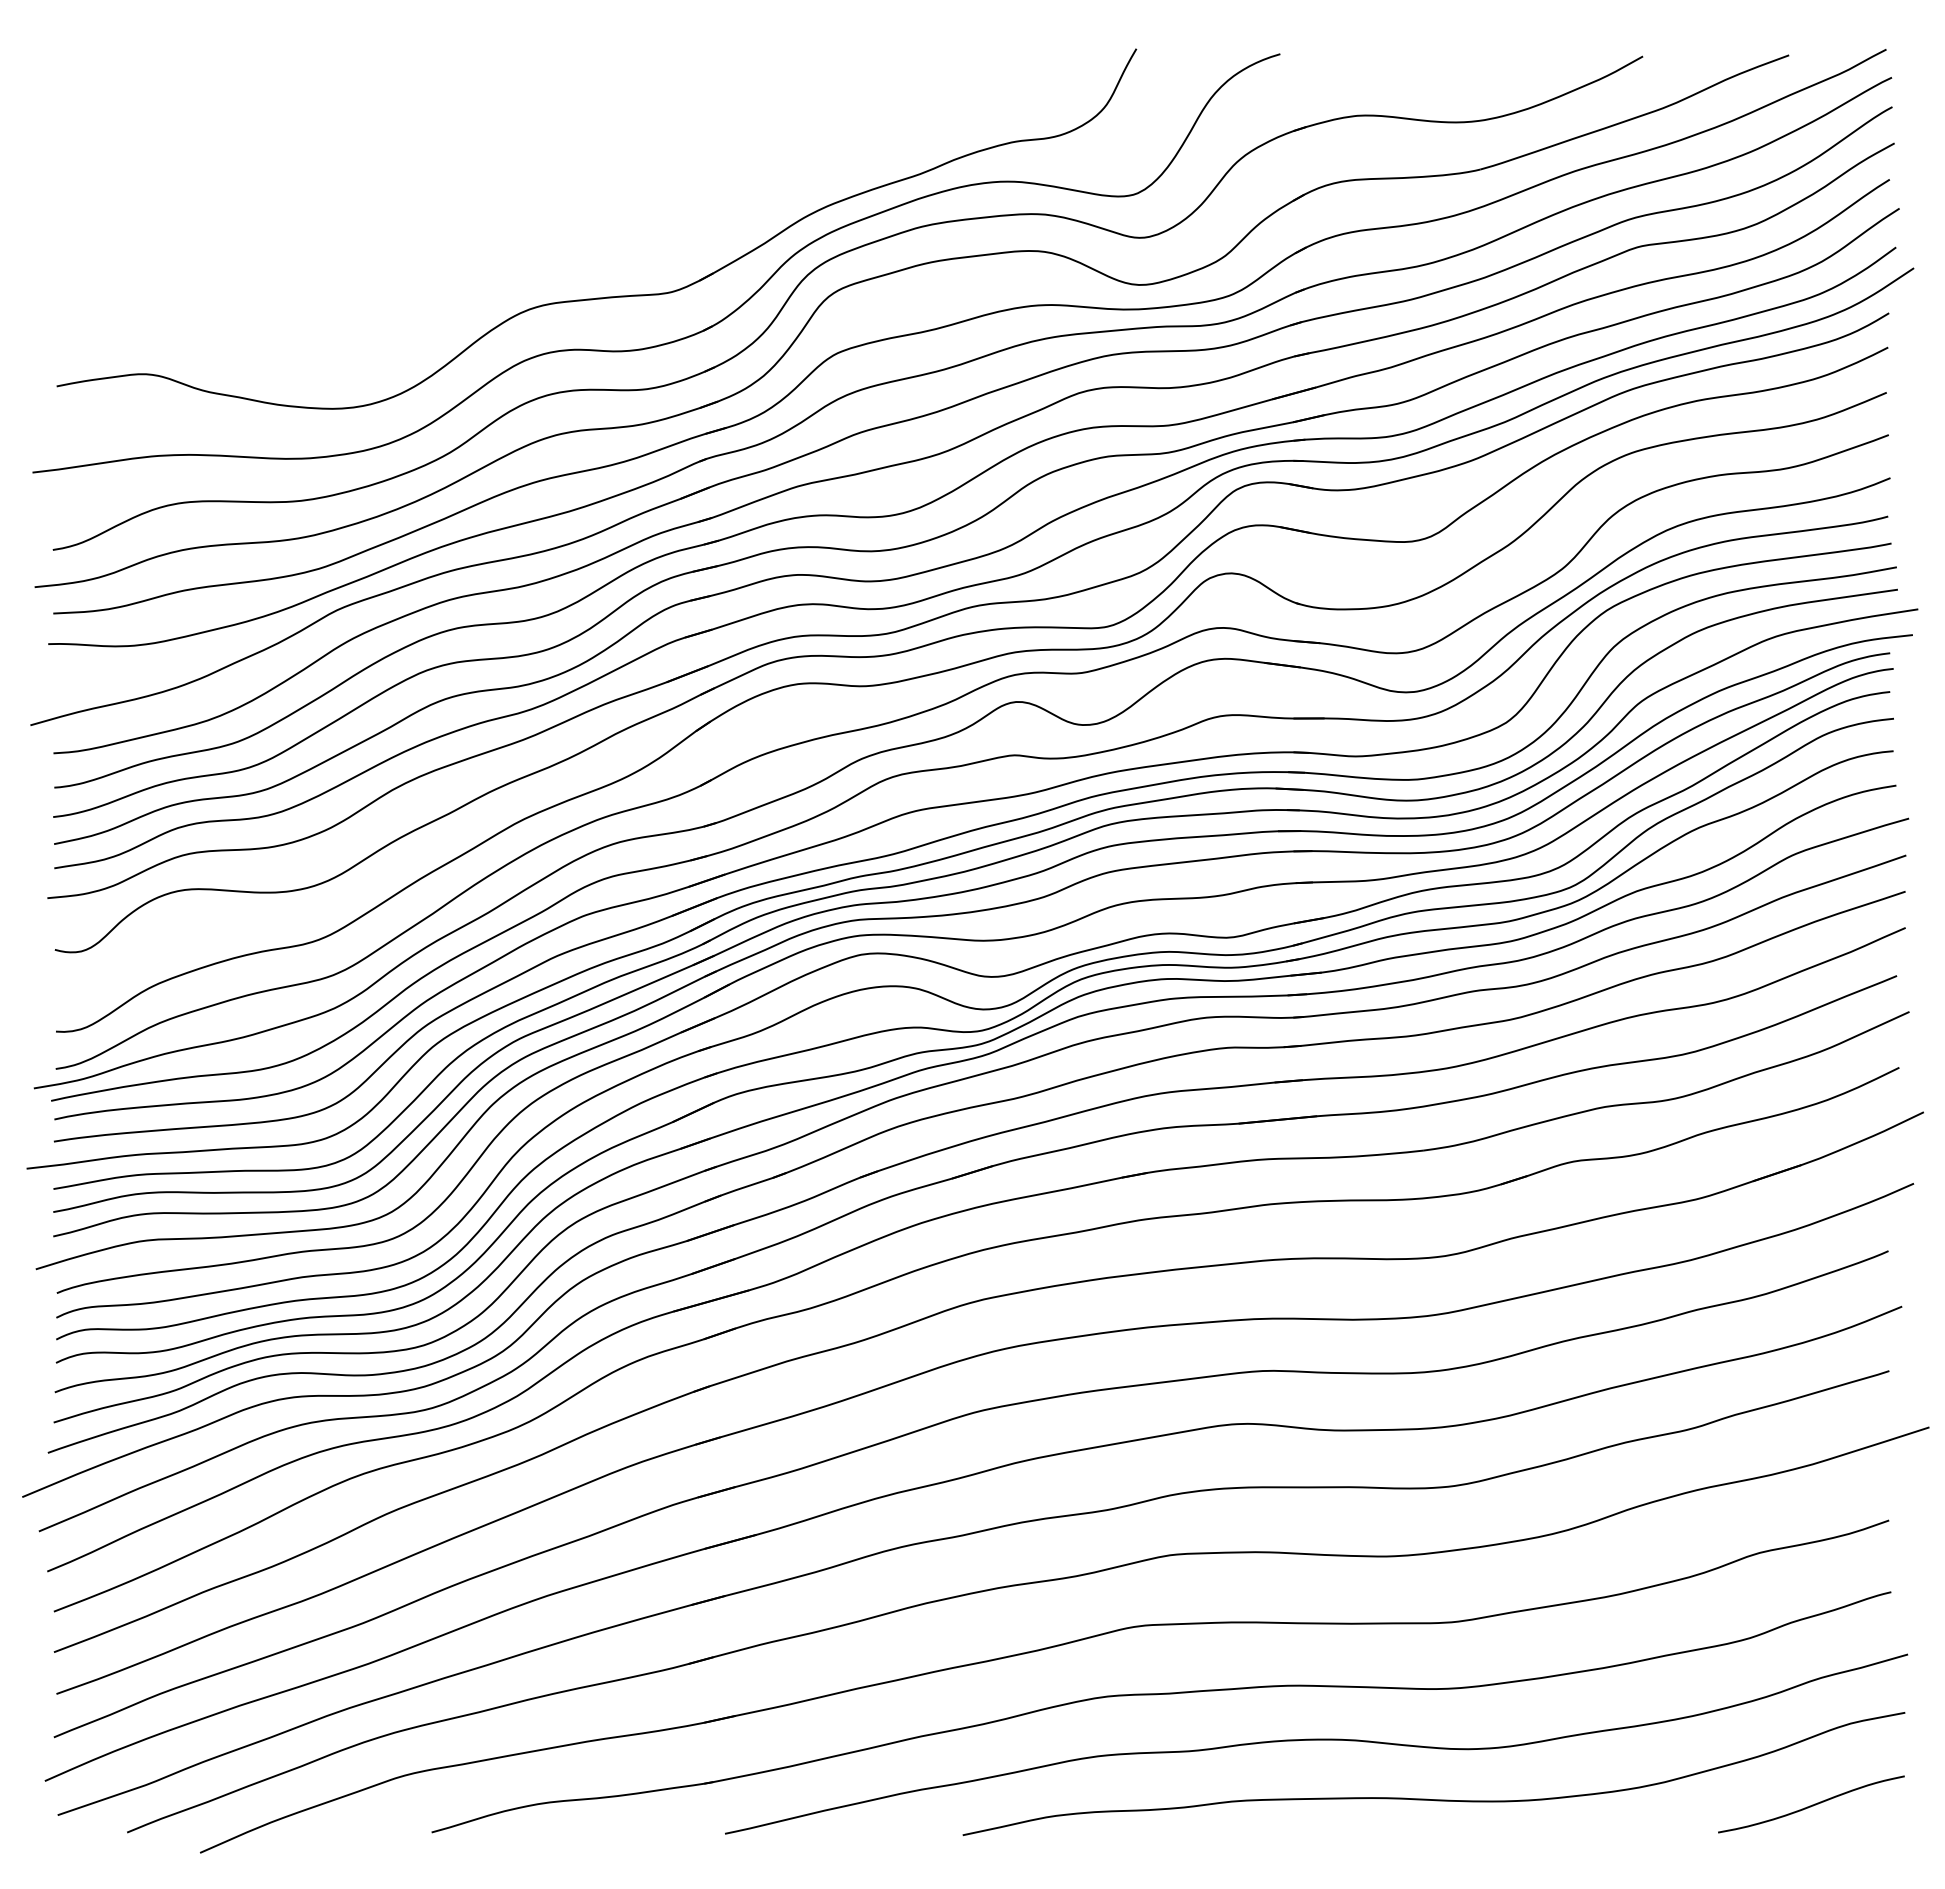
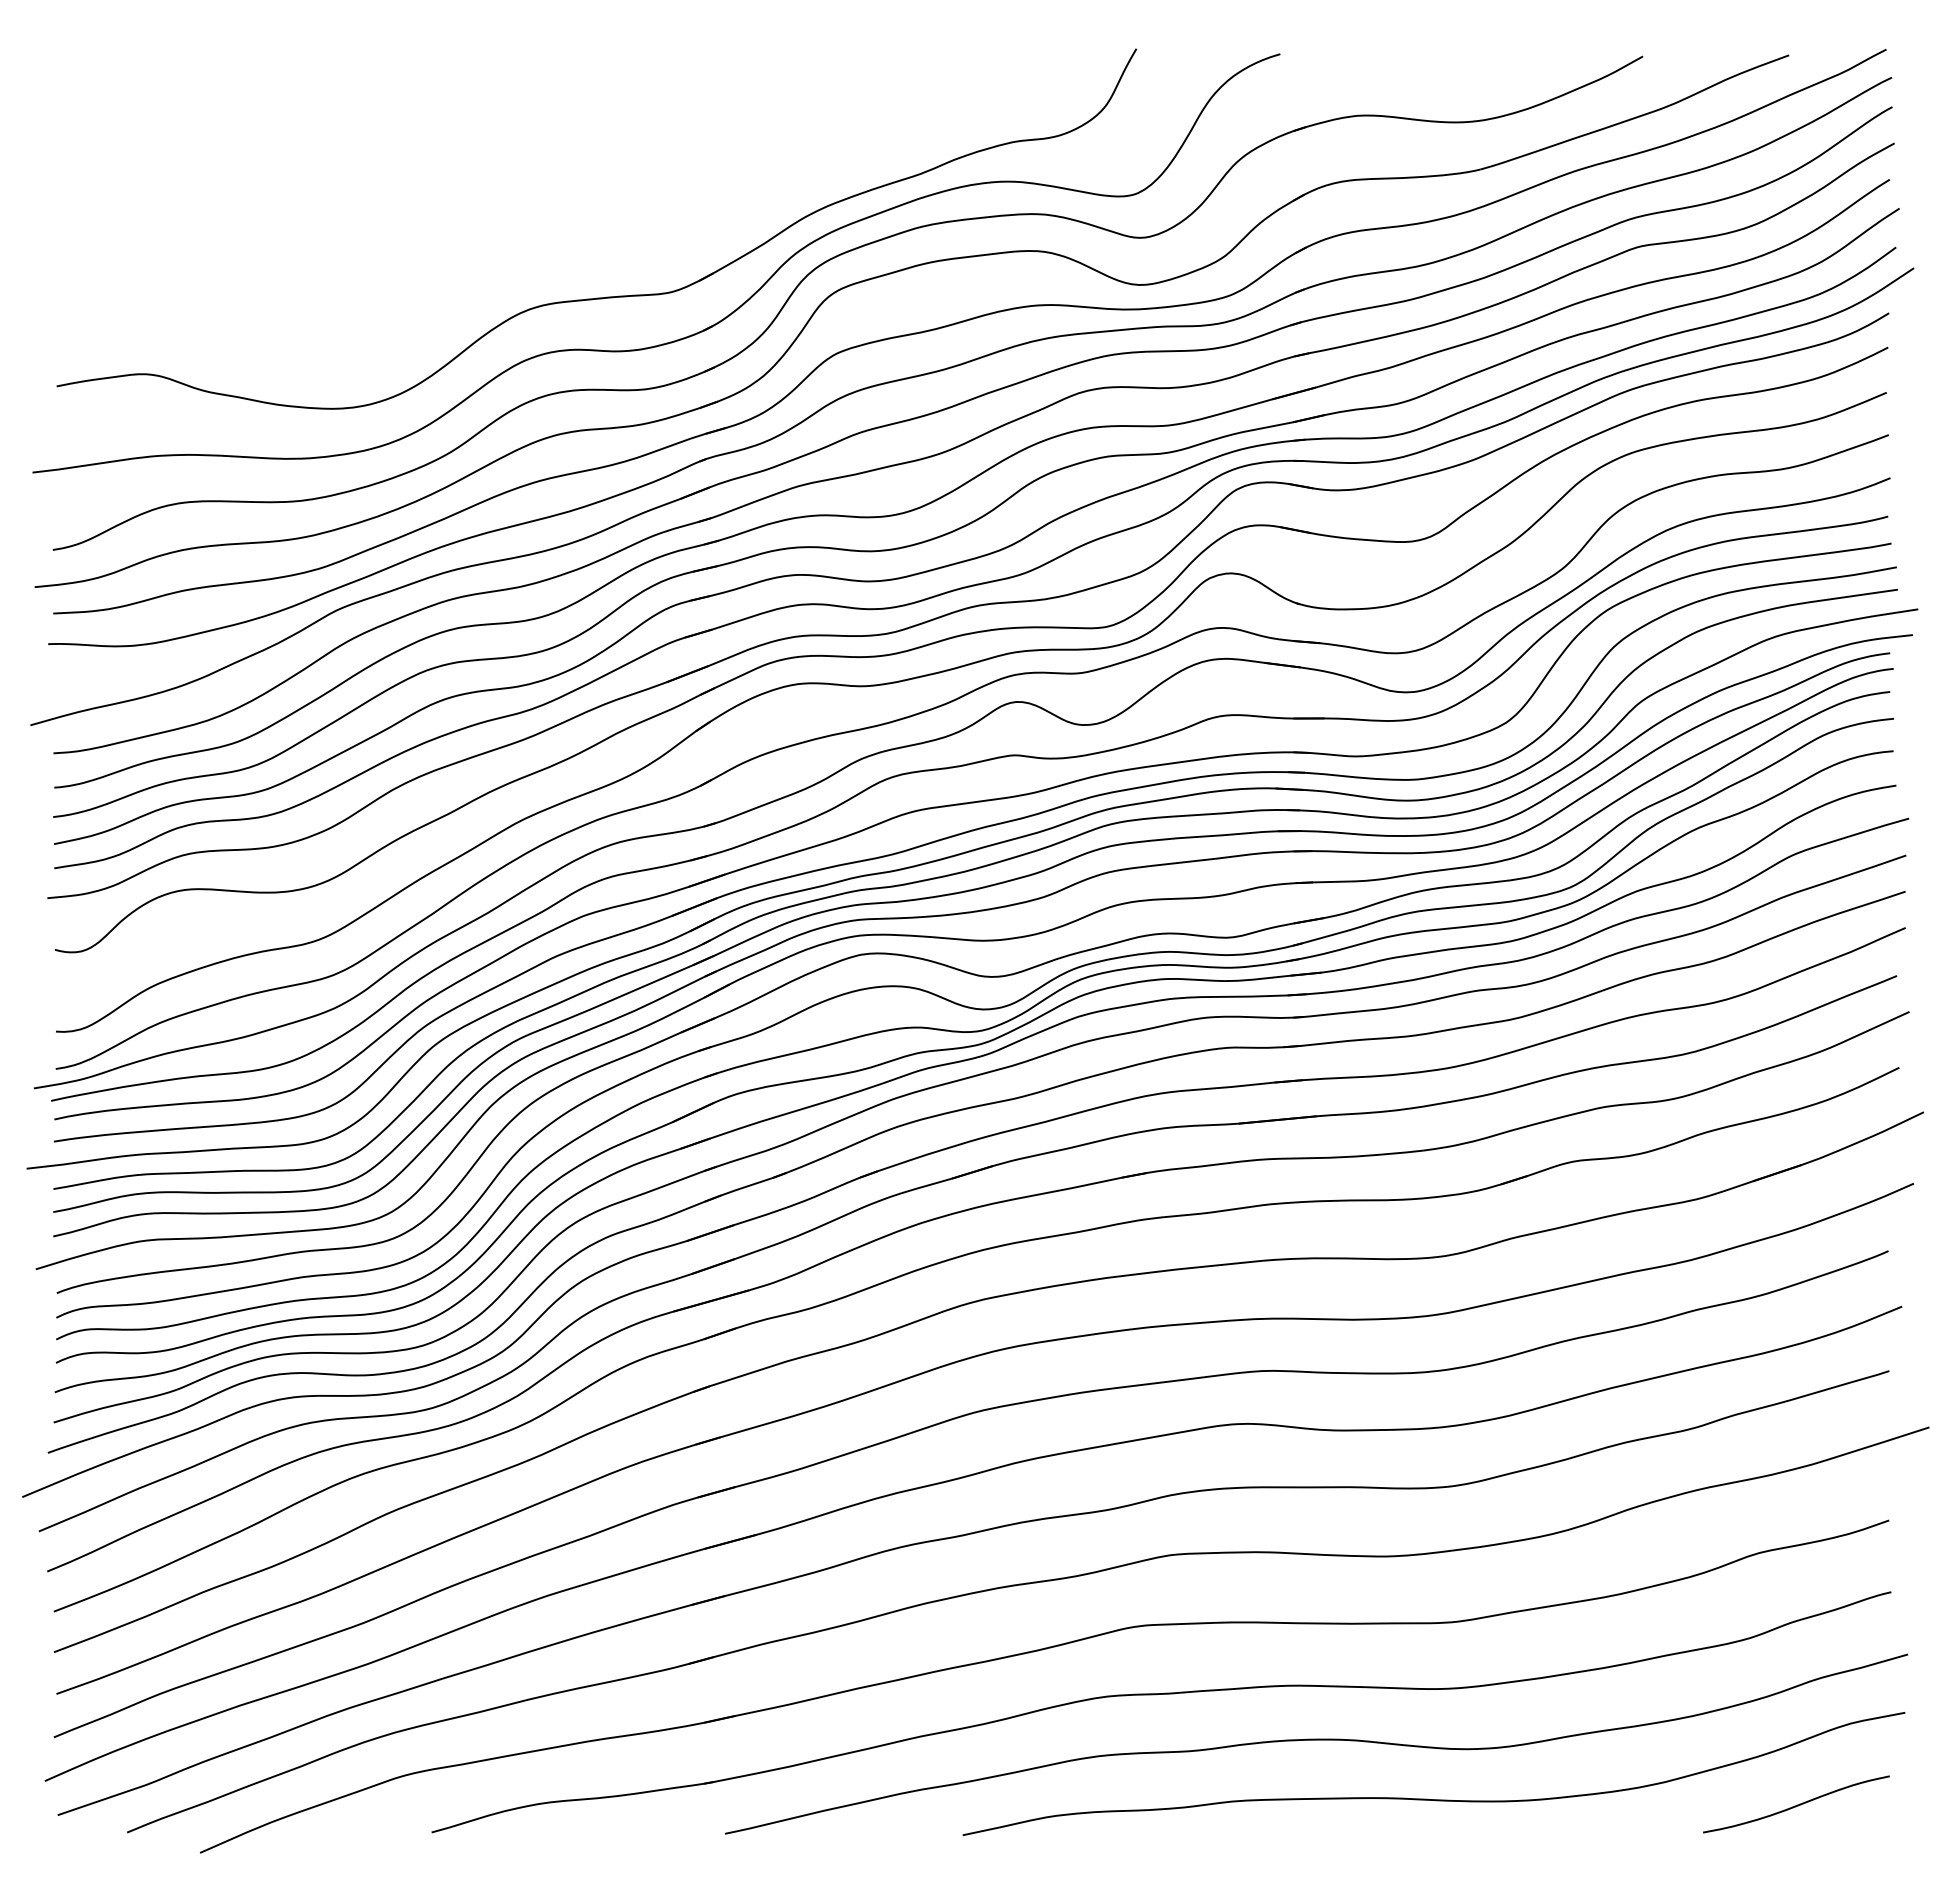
curve at (1812, 1804) position: (1812, 1804) -> (1797, 1804)
